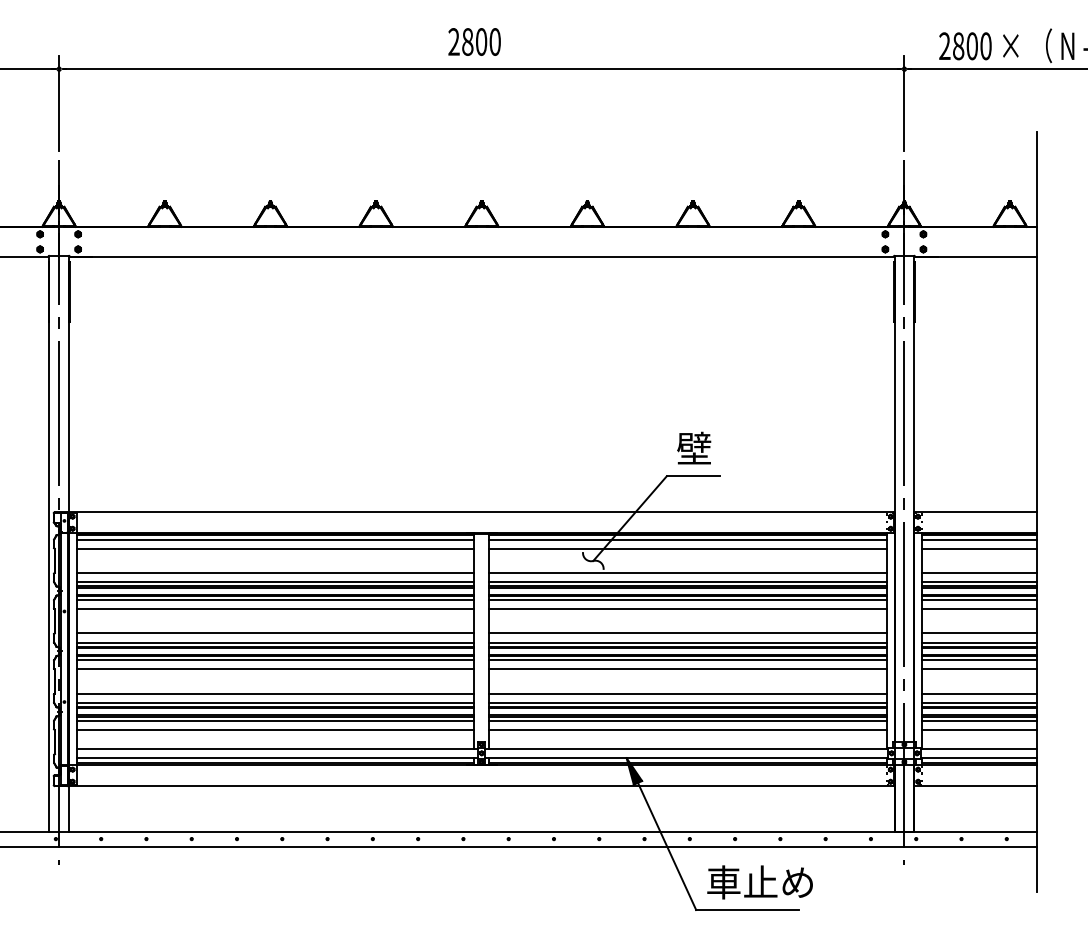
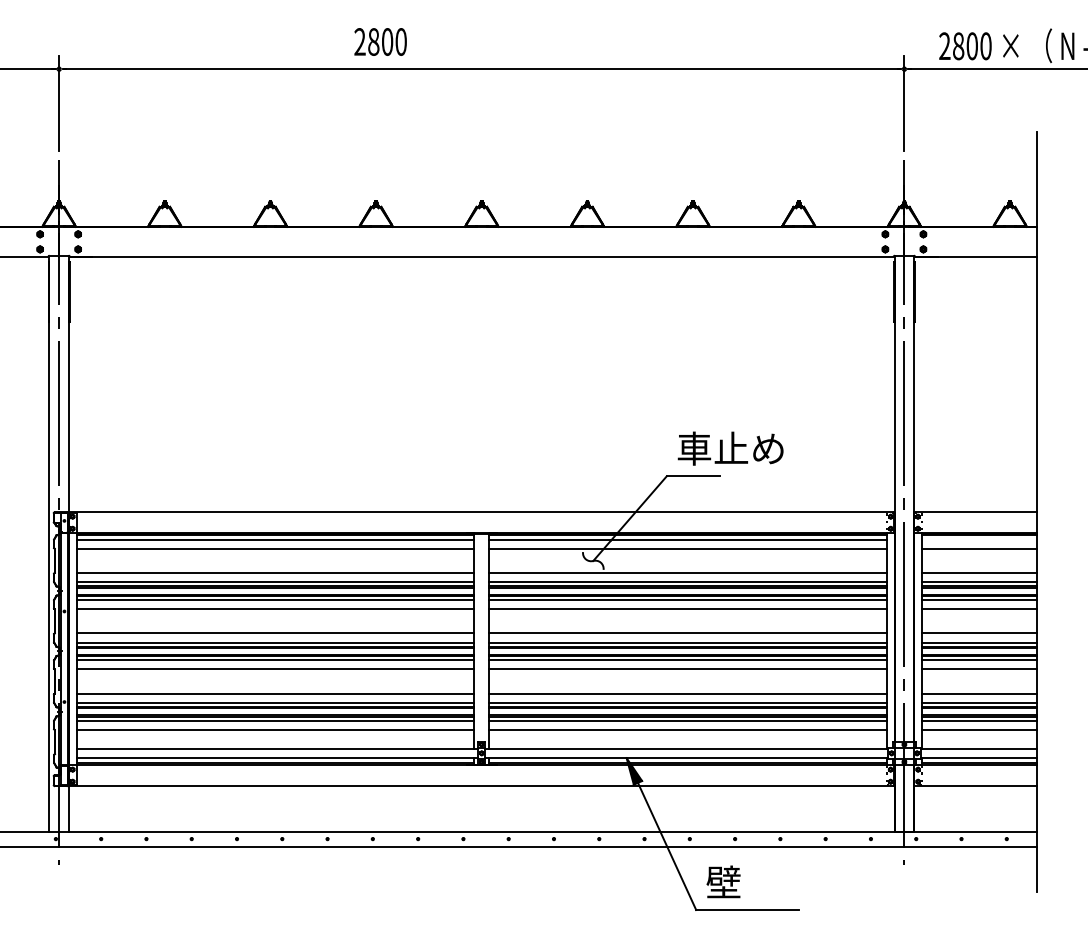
text at (474, 41) position: (474, 41) -> (380, 41)
text at (730, 448): 壁 -> 車止め
line at (979, 539): present -> none
text at (759, 882): 車止め -> 壁
